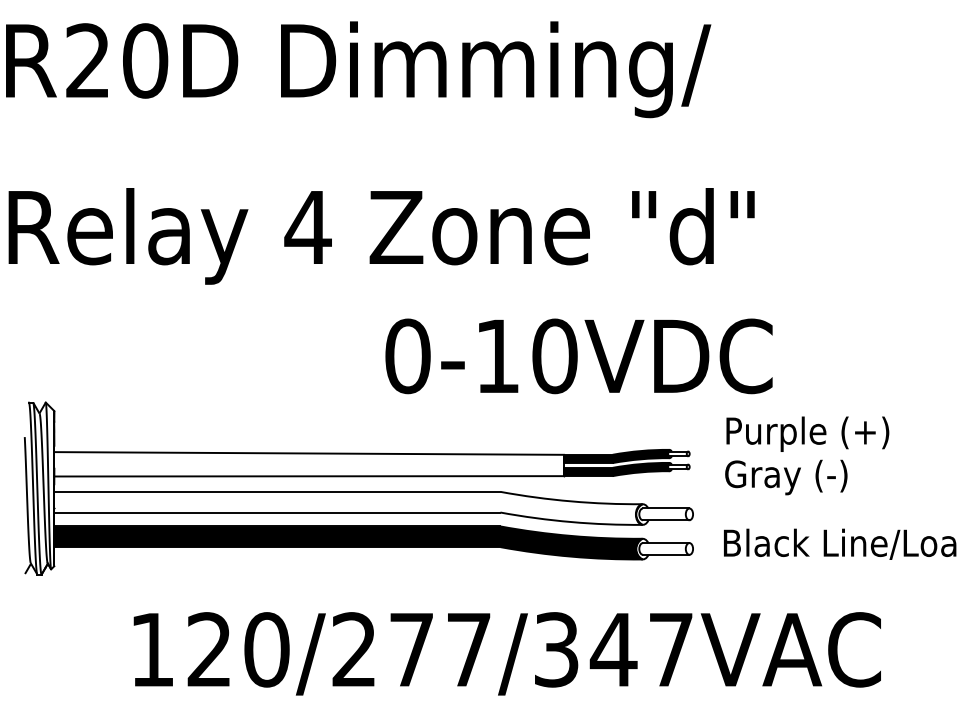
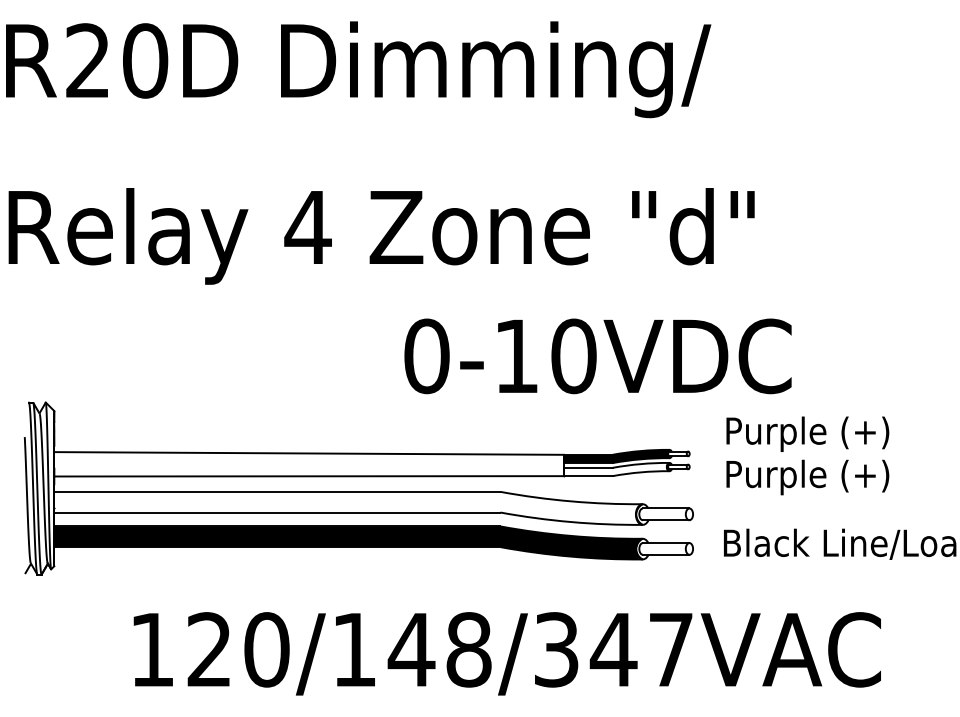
text at (578, 356) position: (578, 356) -> (597, 356)
fill at (616, 469): present -> none
text at (807, 477): Gray (-) -> Purple (+)
text at (411, 649): 120/277/347VAC -> 120/148/347VAC
